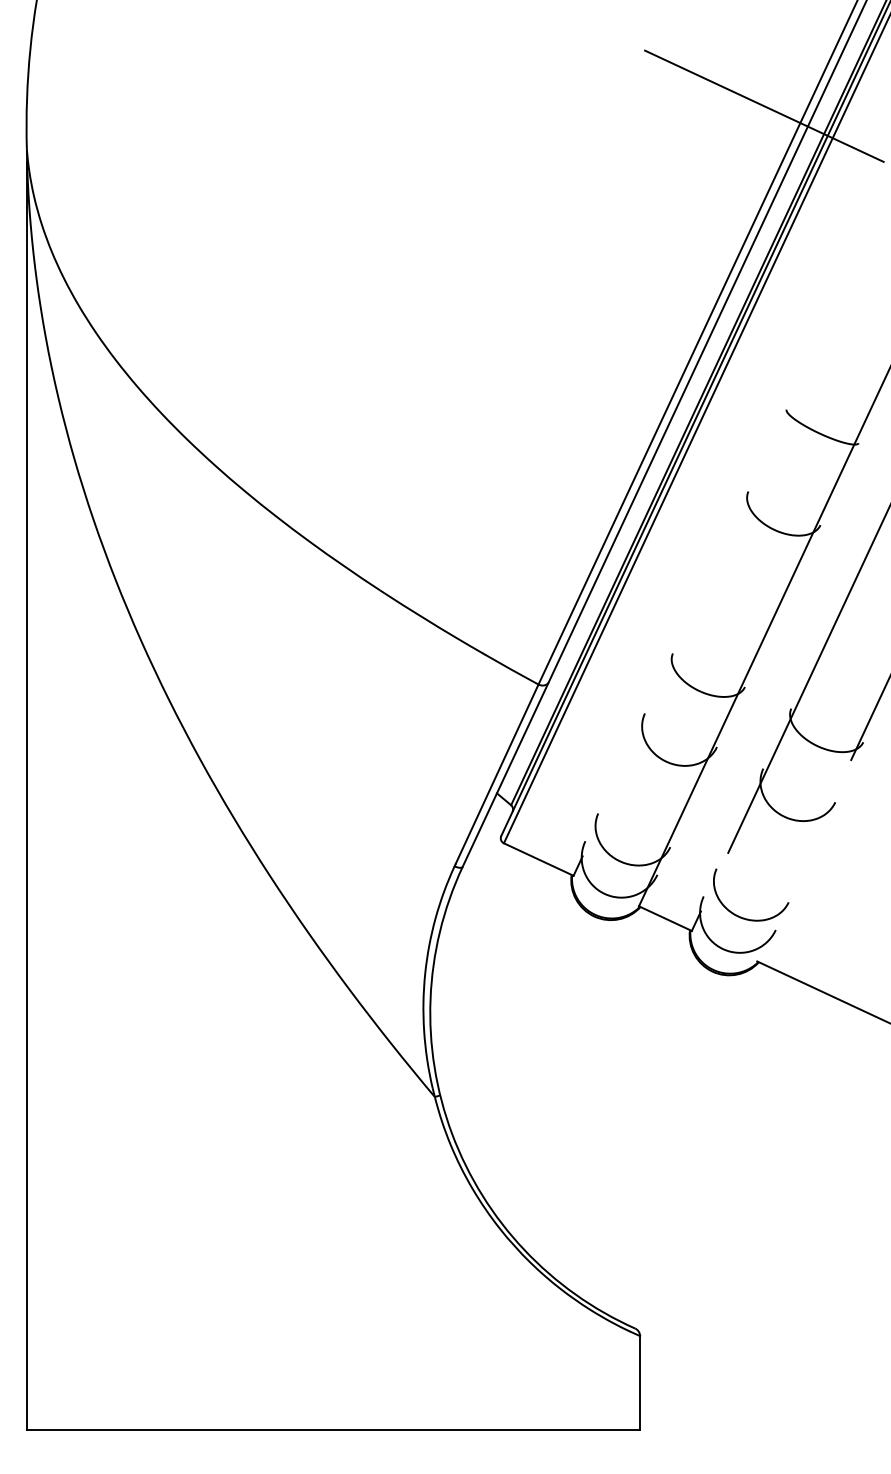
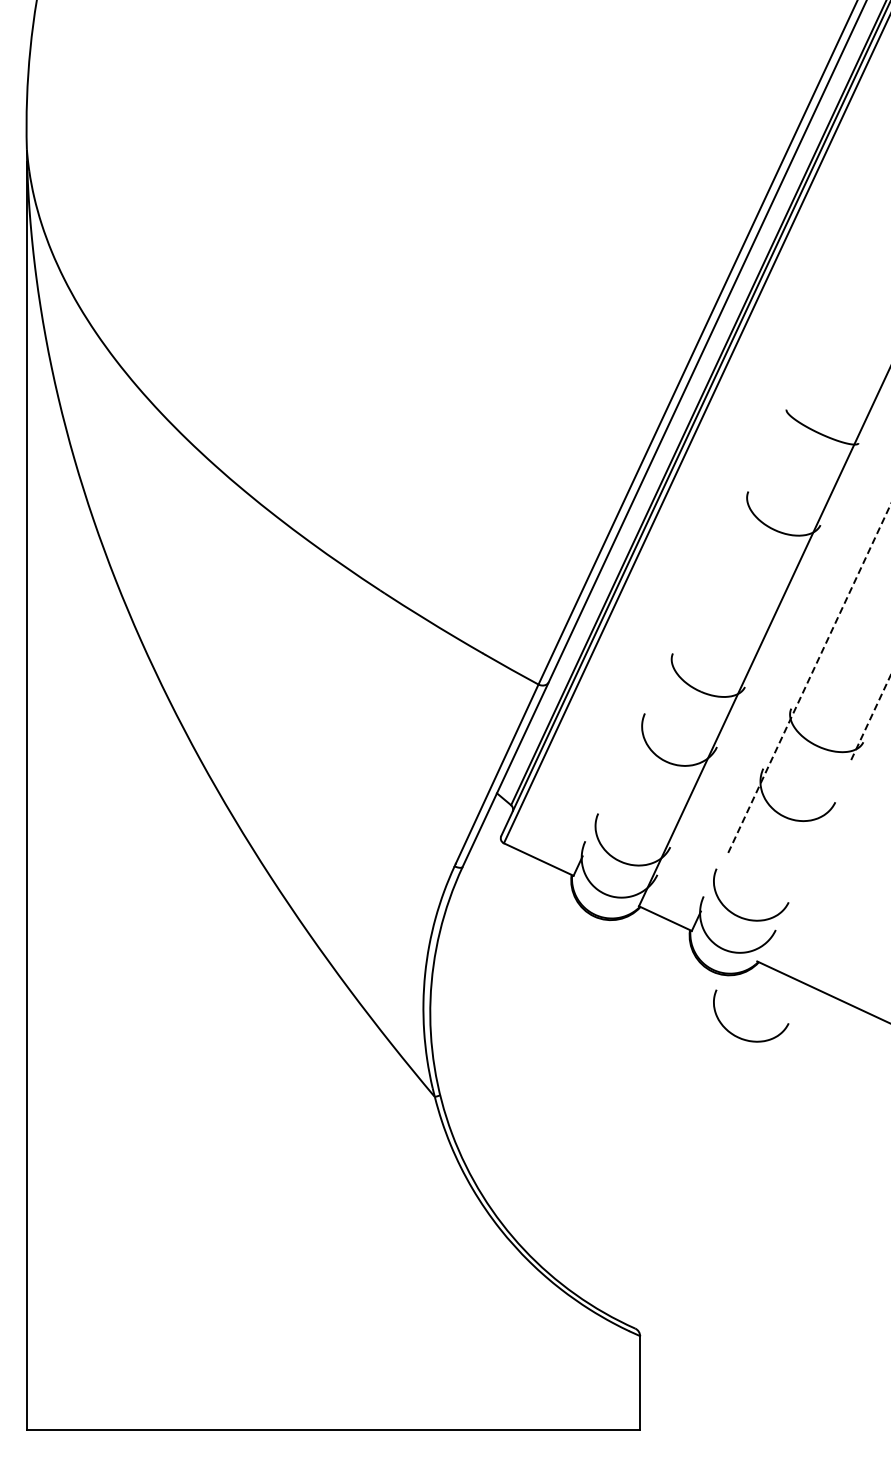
line at (765, 106): present -> none
line at (809, 678): solid -> dashed
line at (870, 717): solid -> dashed
curve at (744, 1038): none -> present
